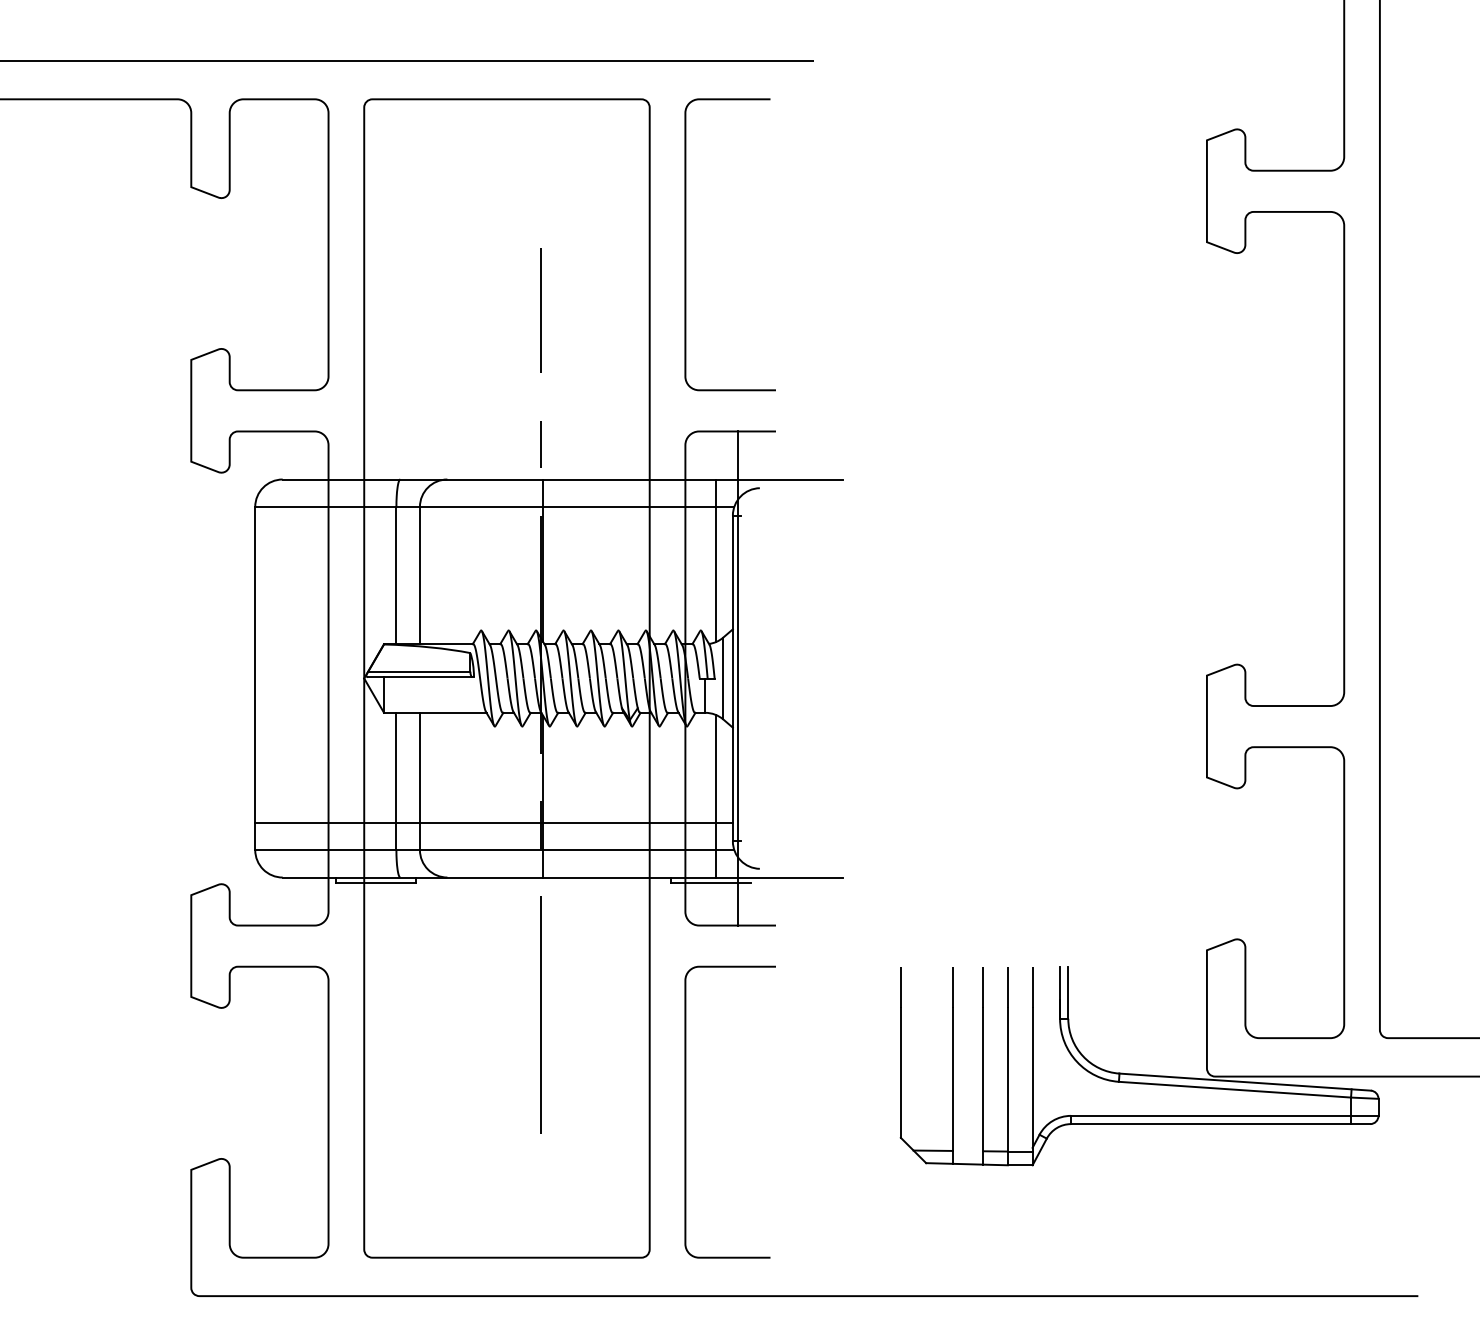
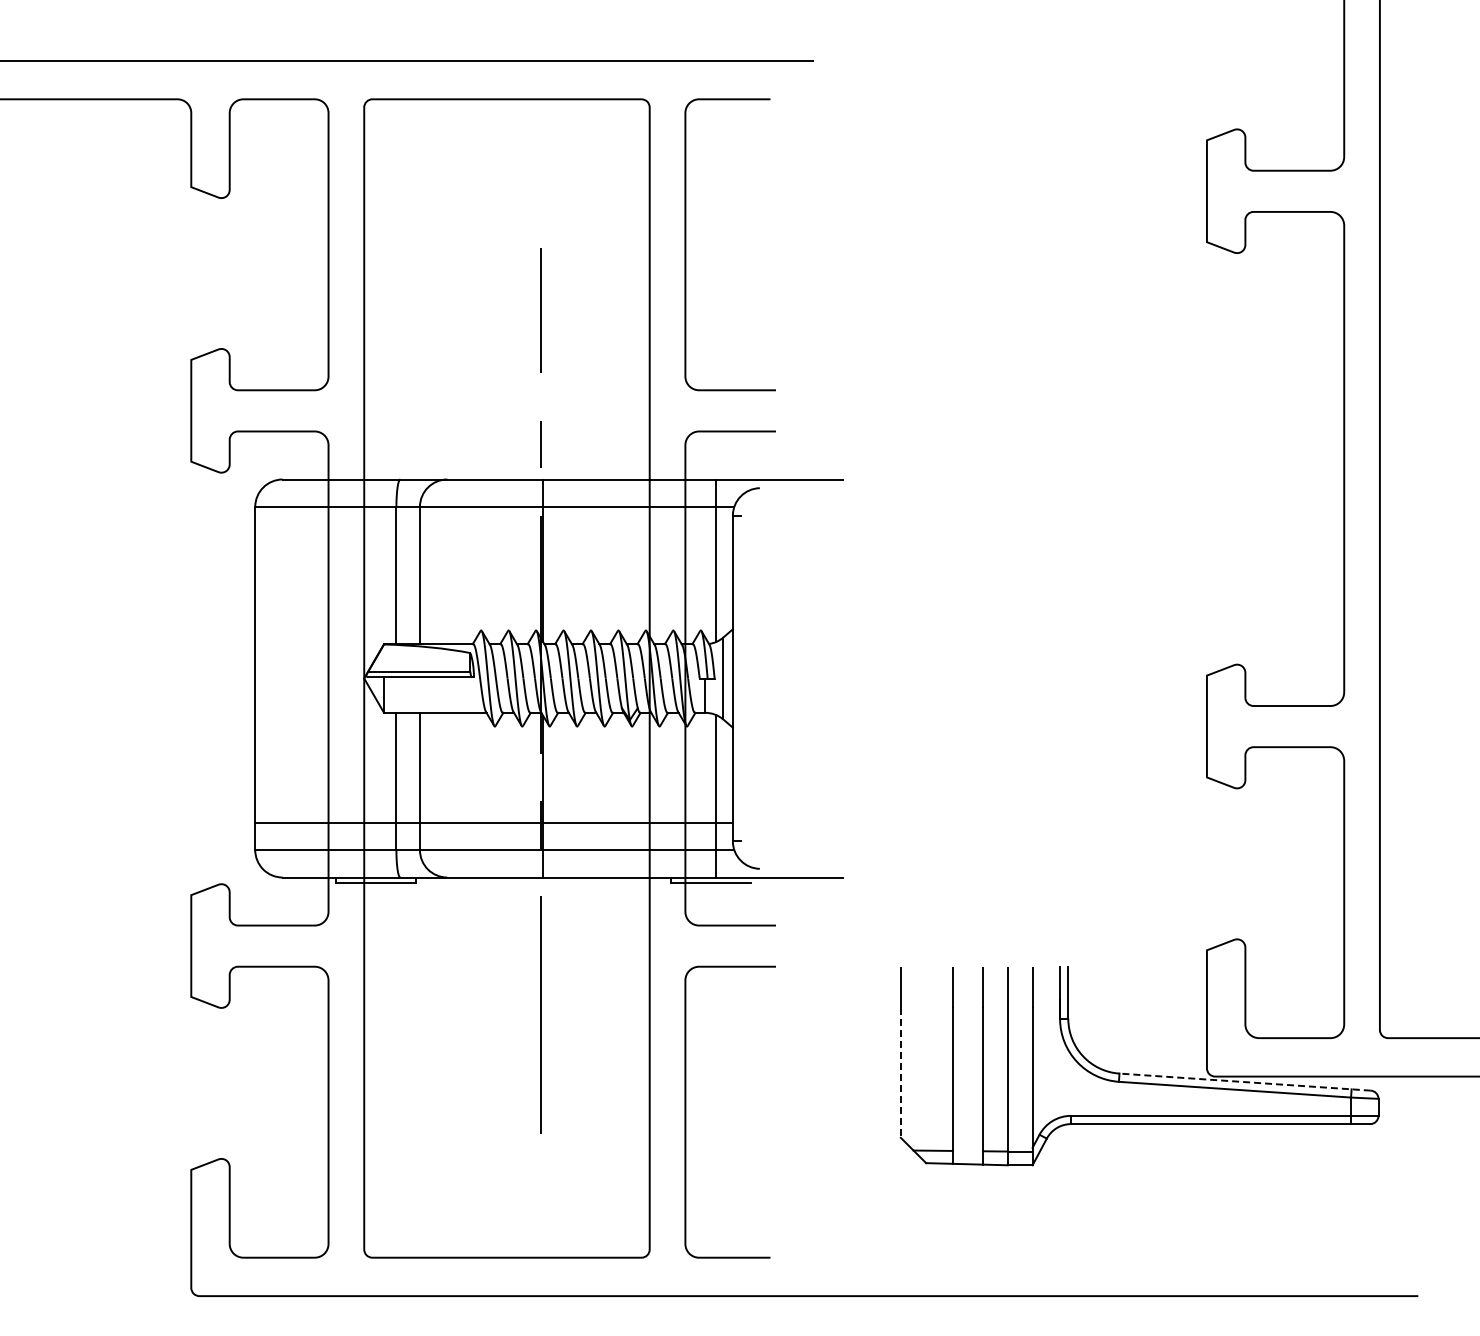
line at (737, 678): present -> none
line at (900, 1072): solid -> dashed
line at (1245, 1082): solid -> dashed
